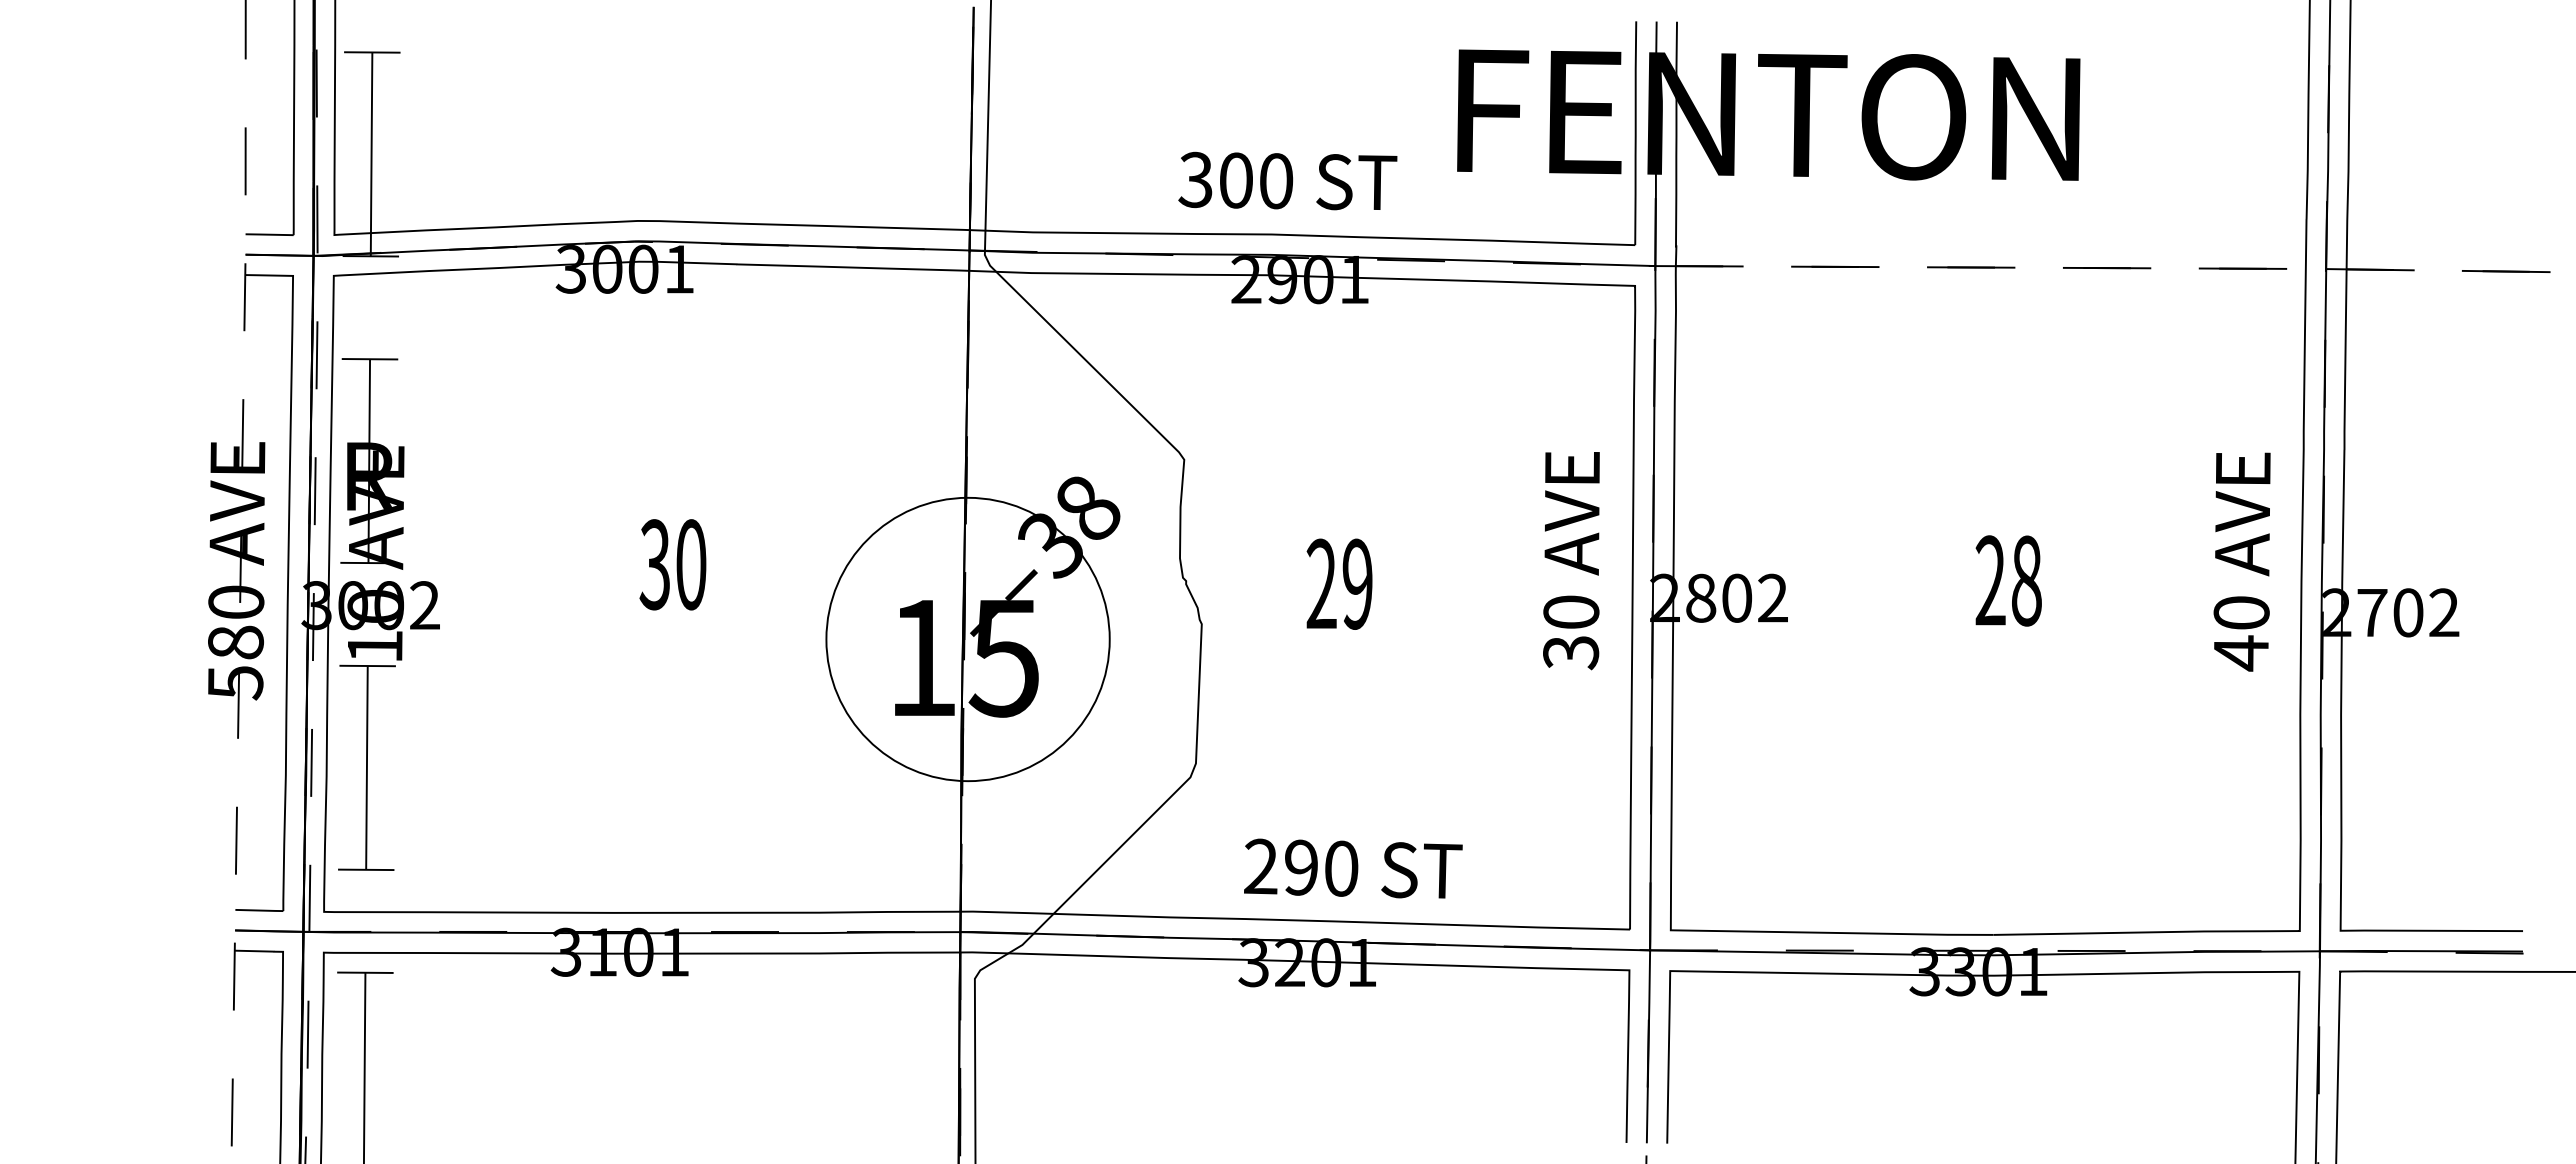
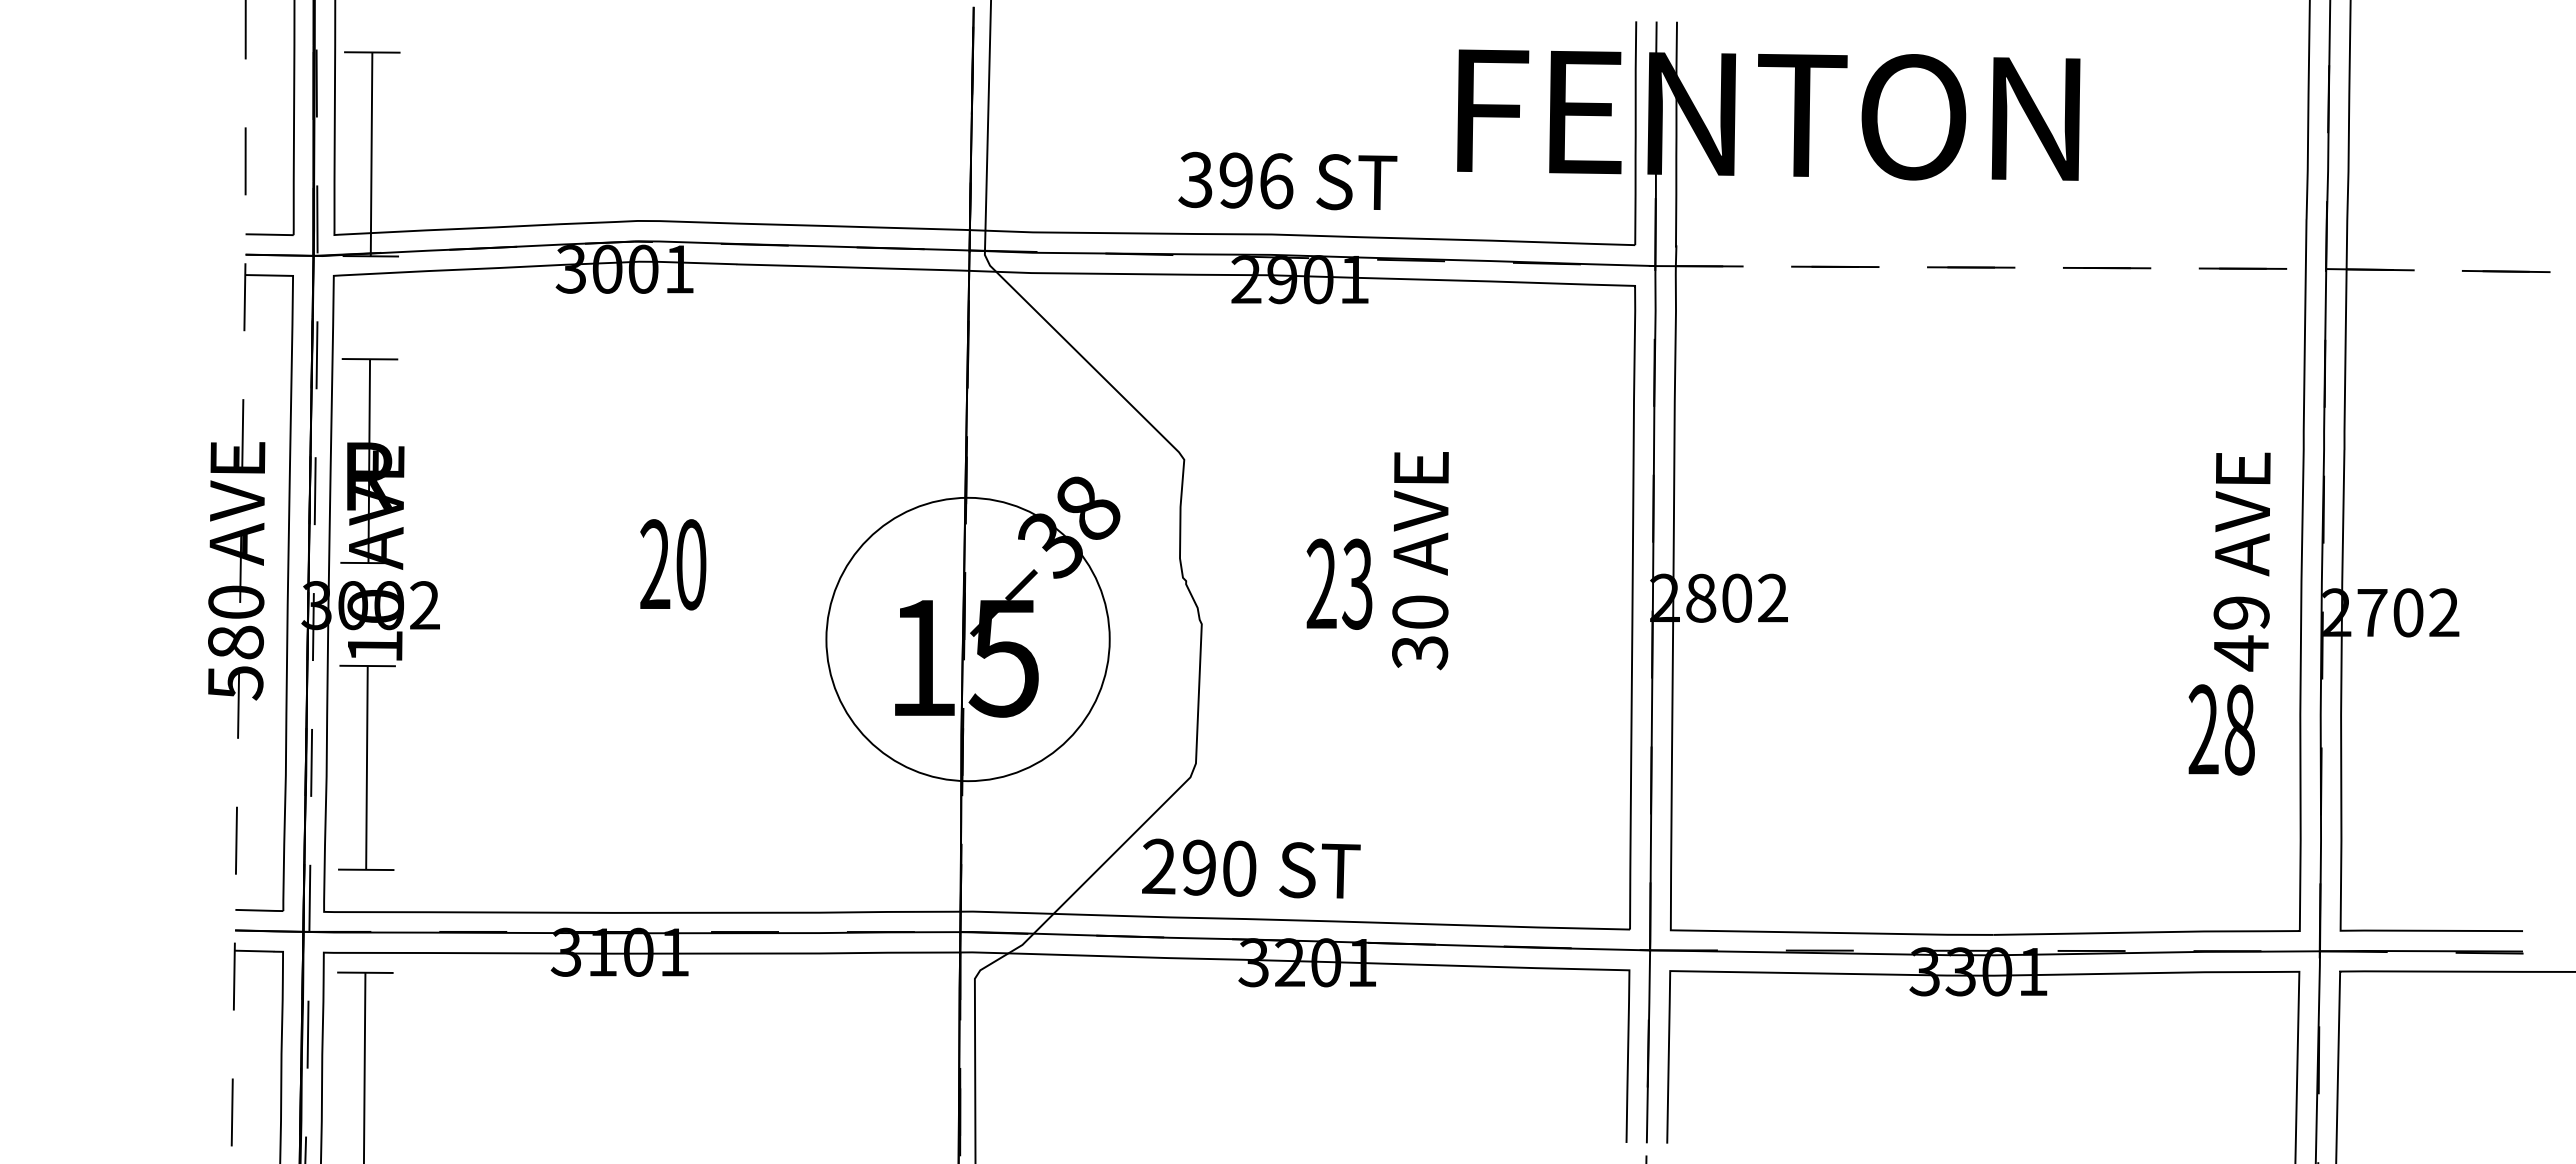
text at (1256, 180): 300 -> 396
text at (1571, 561) position: (1571, 561) -> (1420, 561)
text at (654, 564): 30 -> 20
text at (2008, 580) position: (2008, 580) -> (2221, 729)
text at (1357, 583): 29 -> 23
text at (2241, 612): 40 -> 49
text at (1353, 868) position: (1353, 868) -> (1251, 868)
